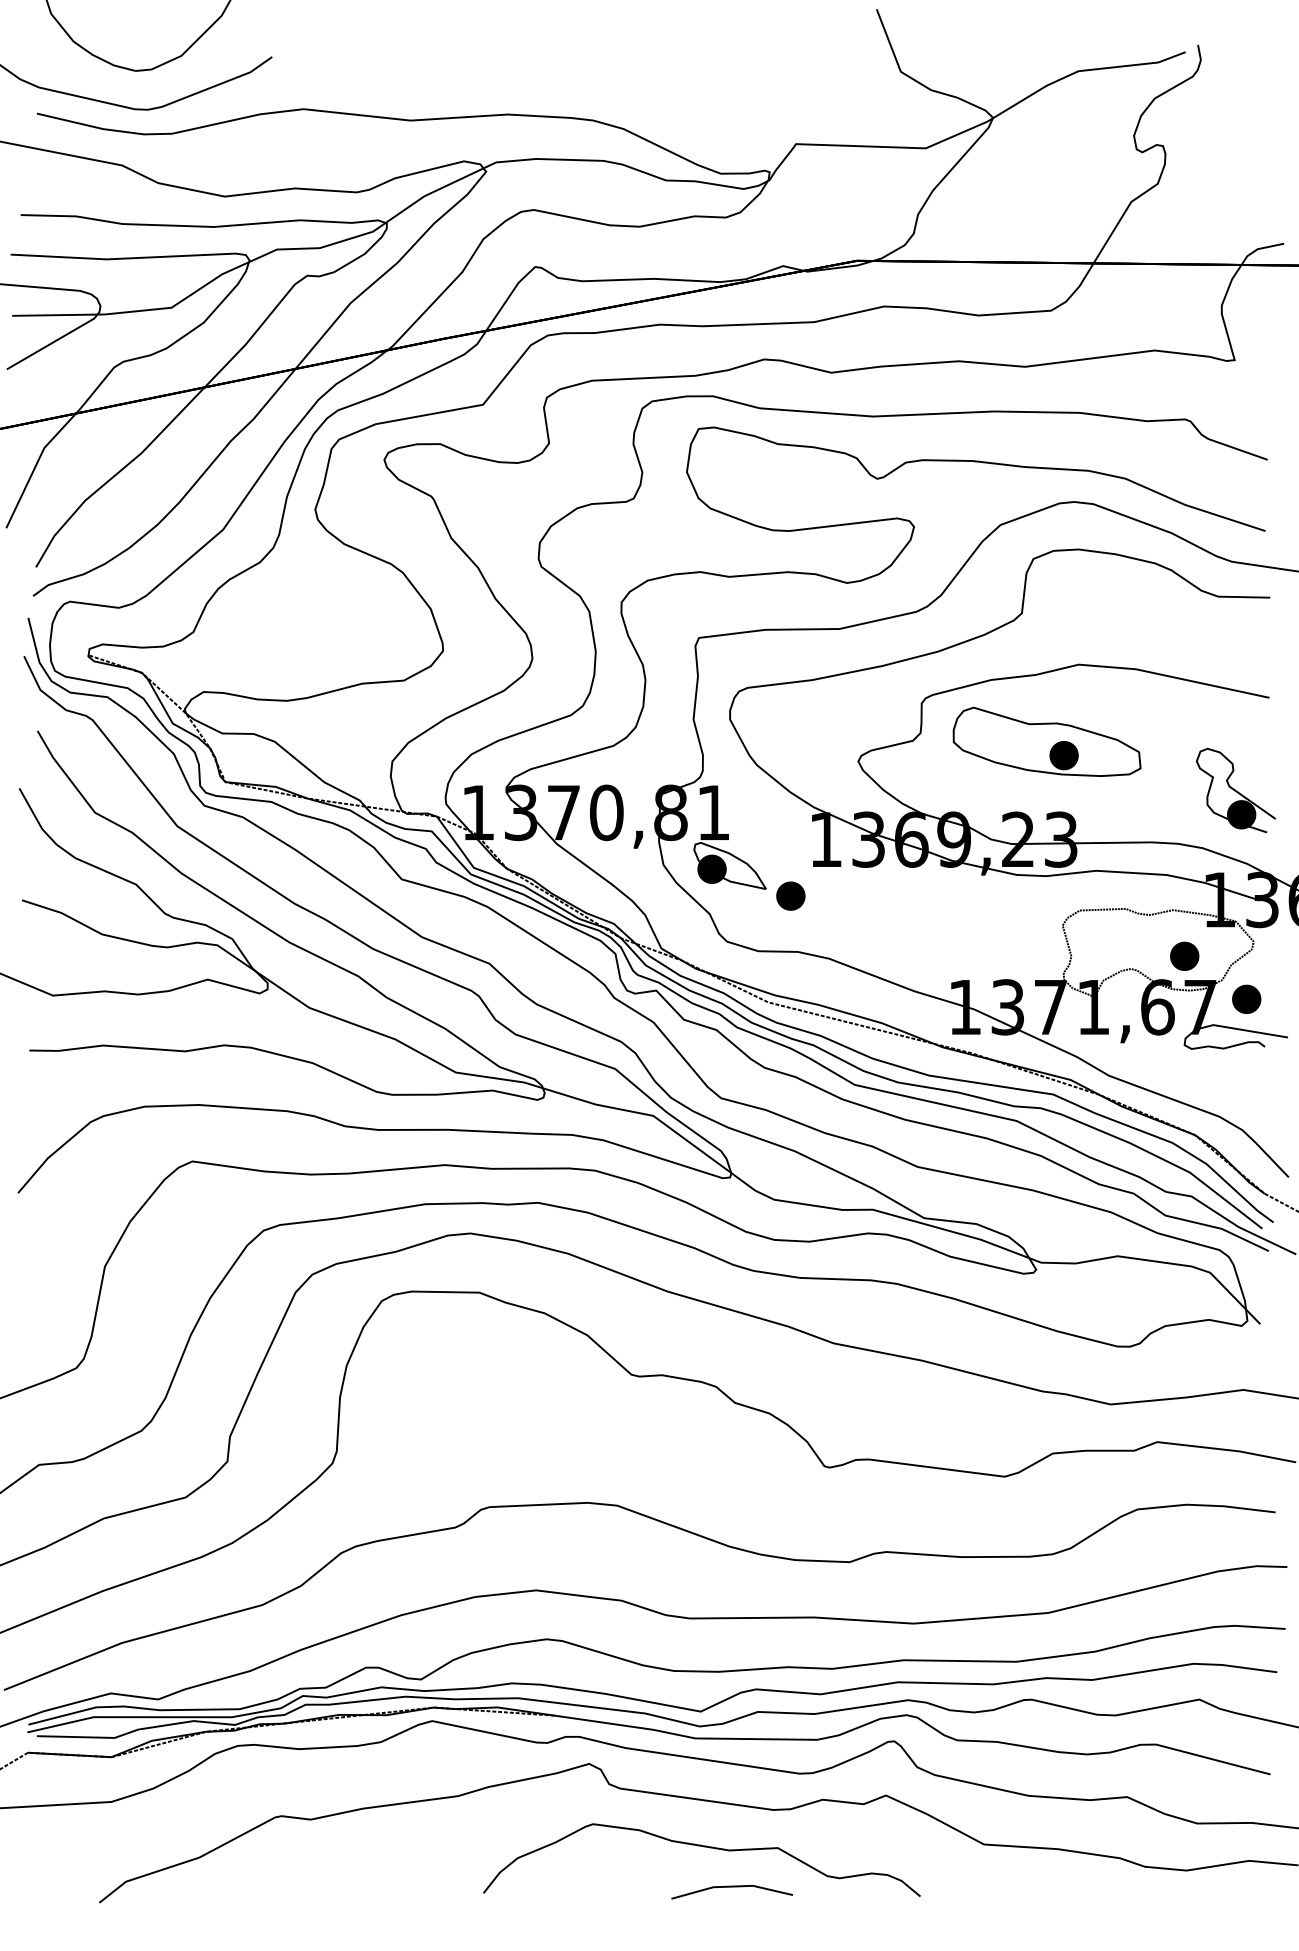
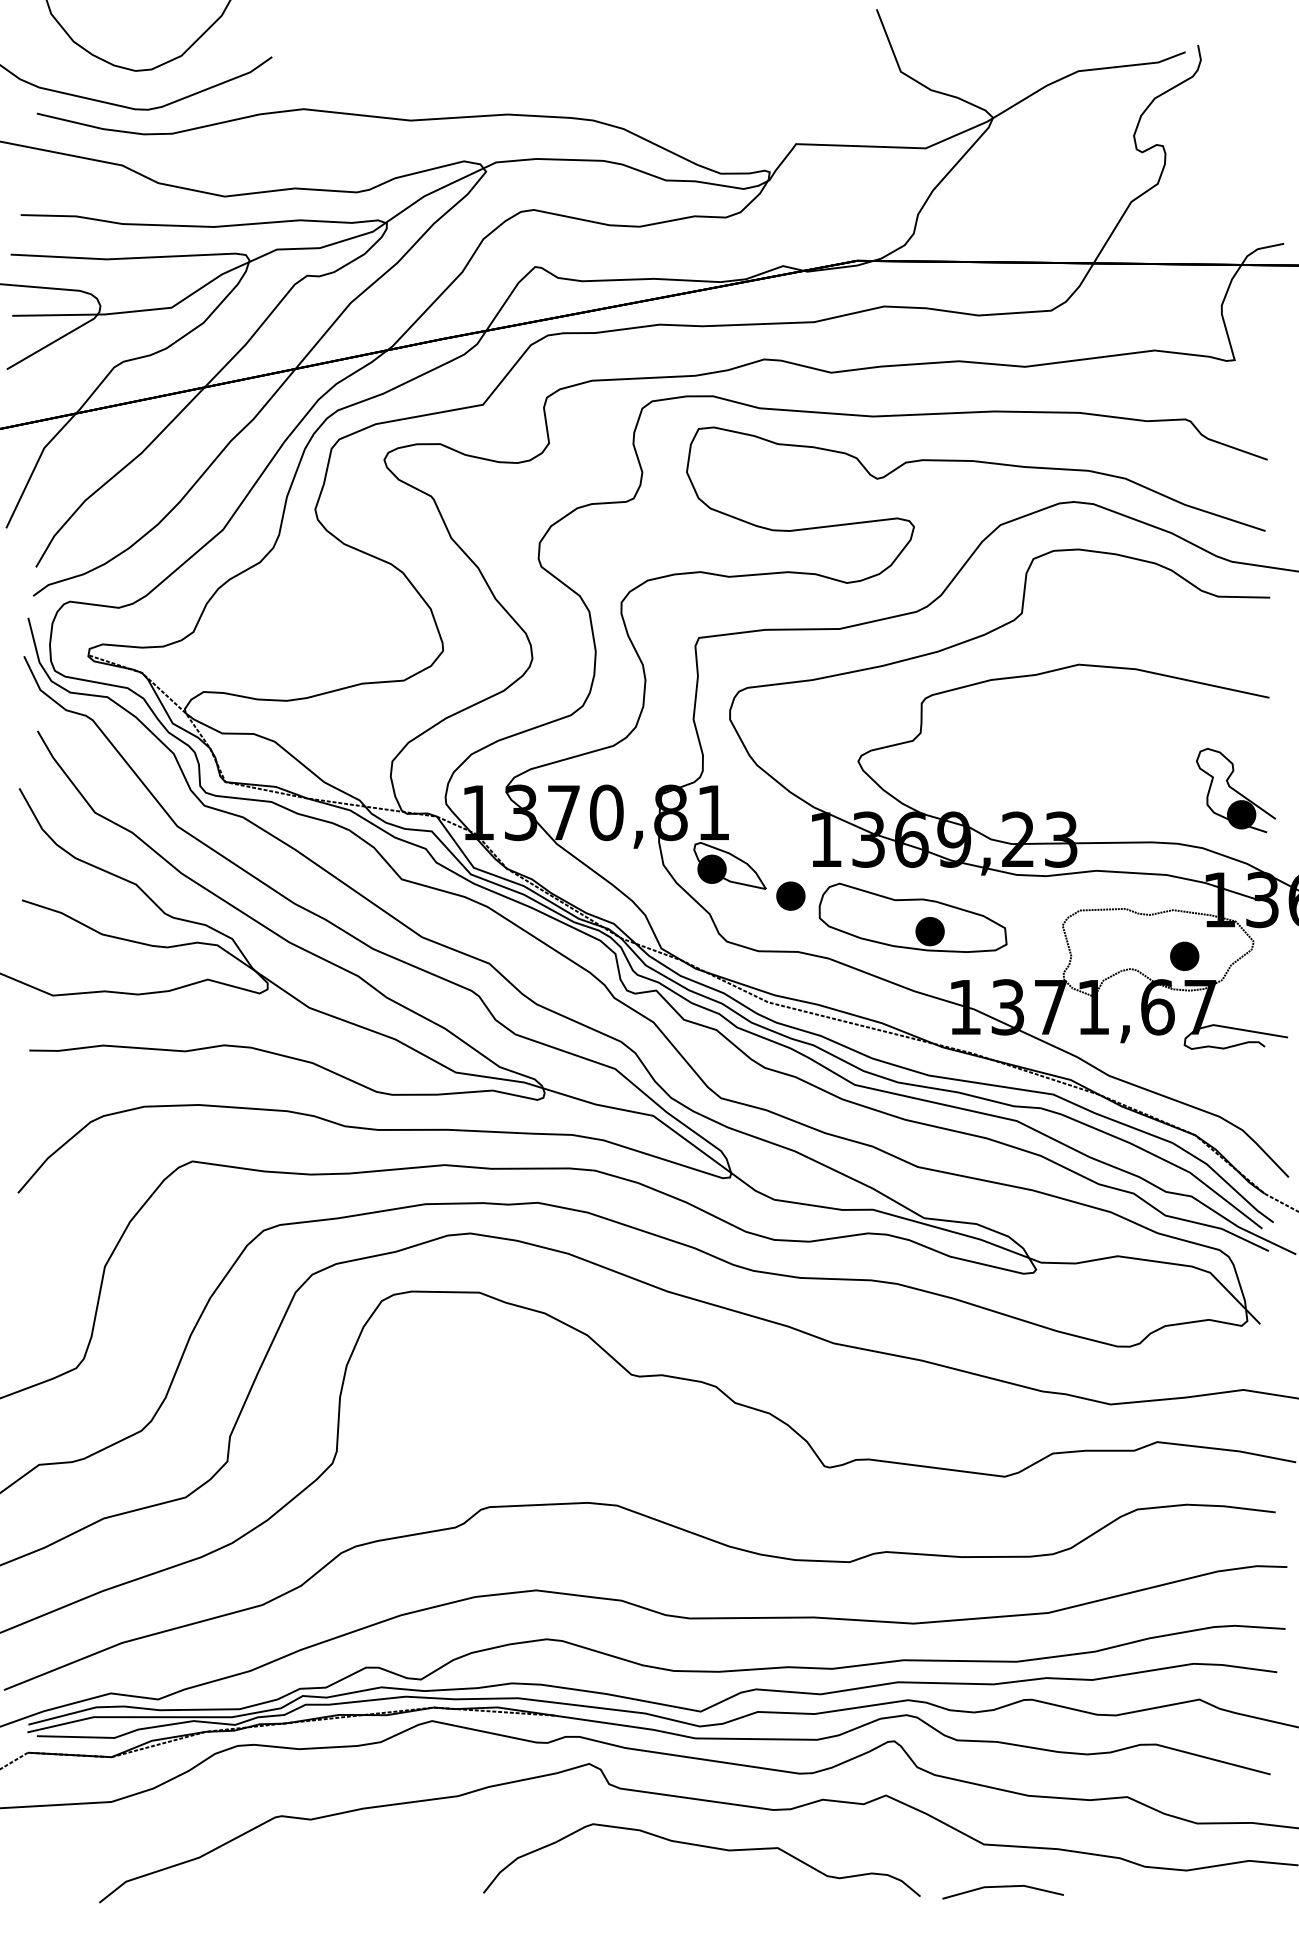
part at (1046, 741) position: (1046, 741) -> (912, 917)
part at (1246, 998): present -> none
line at (731, 1887) position: (731, 1887) -> (1002, 1887)
